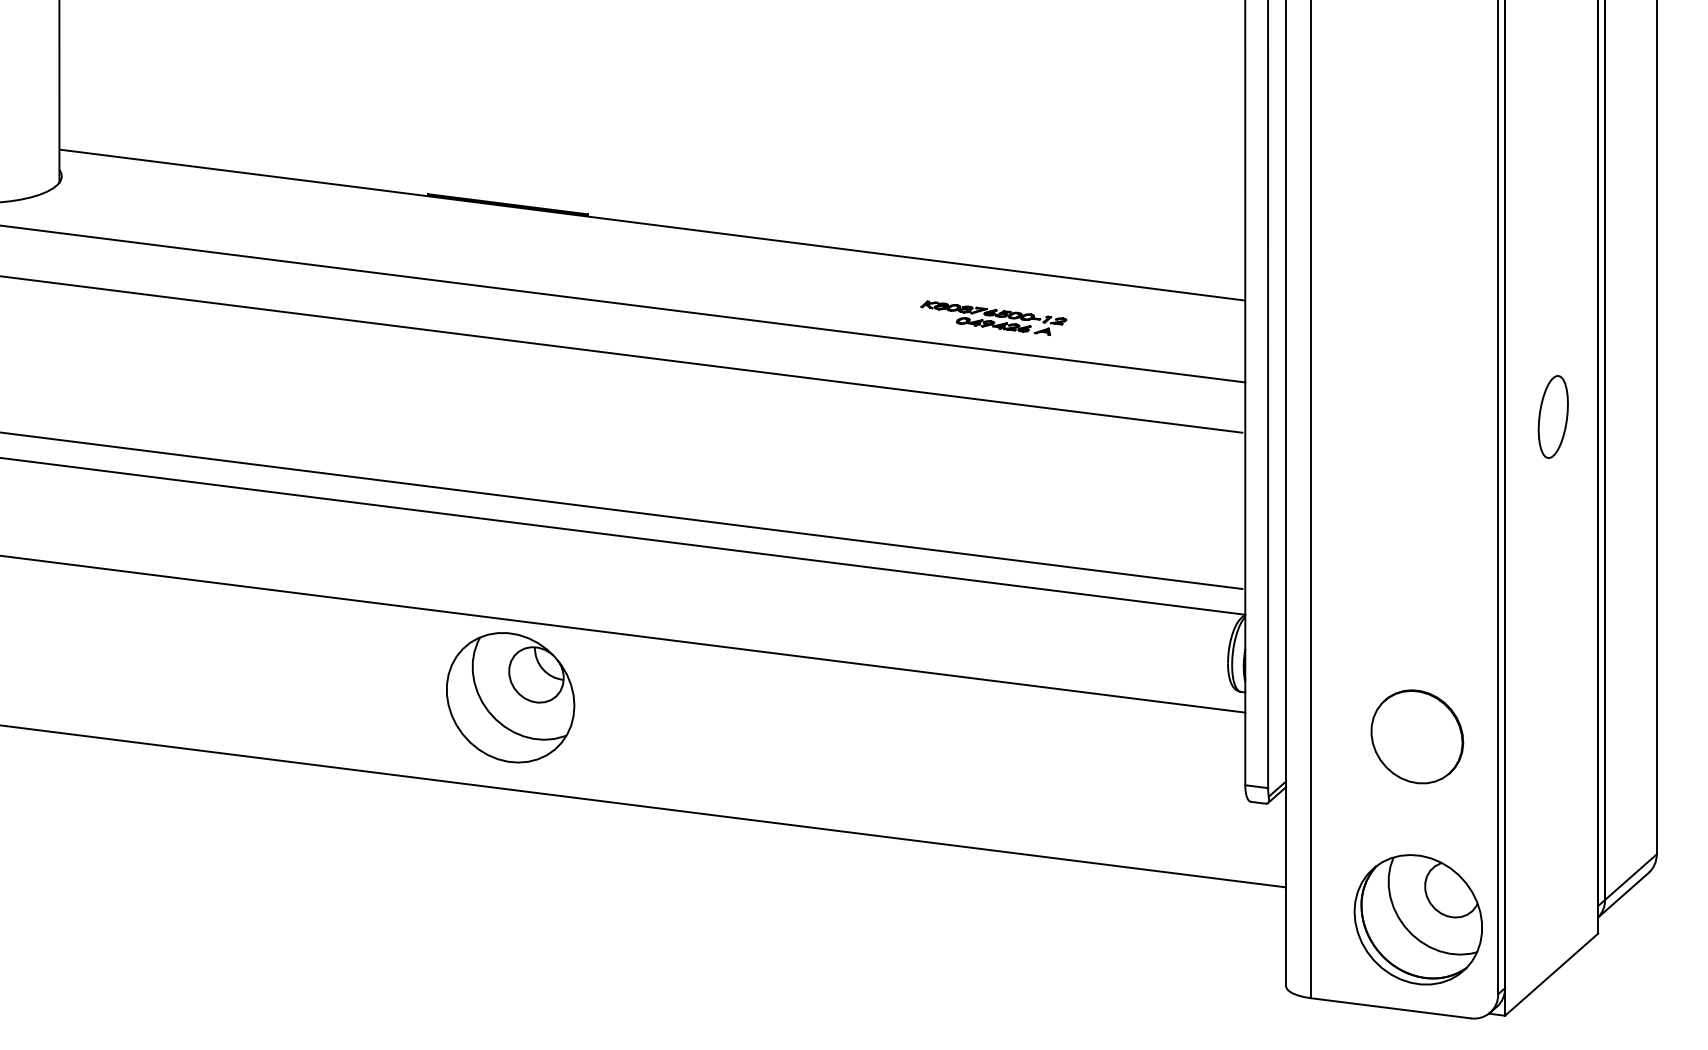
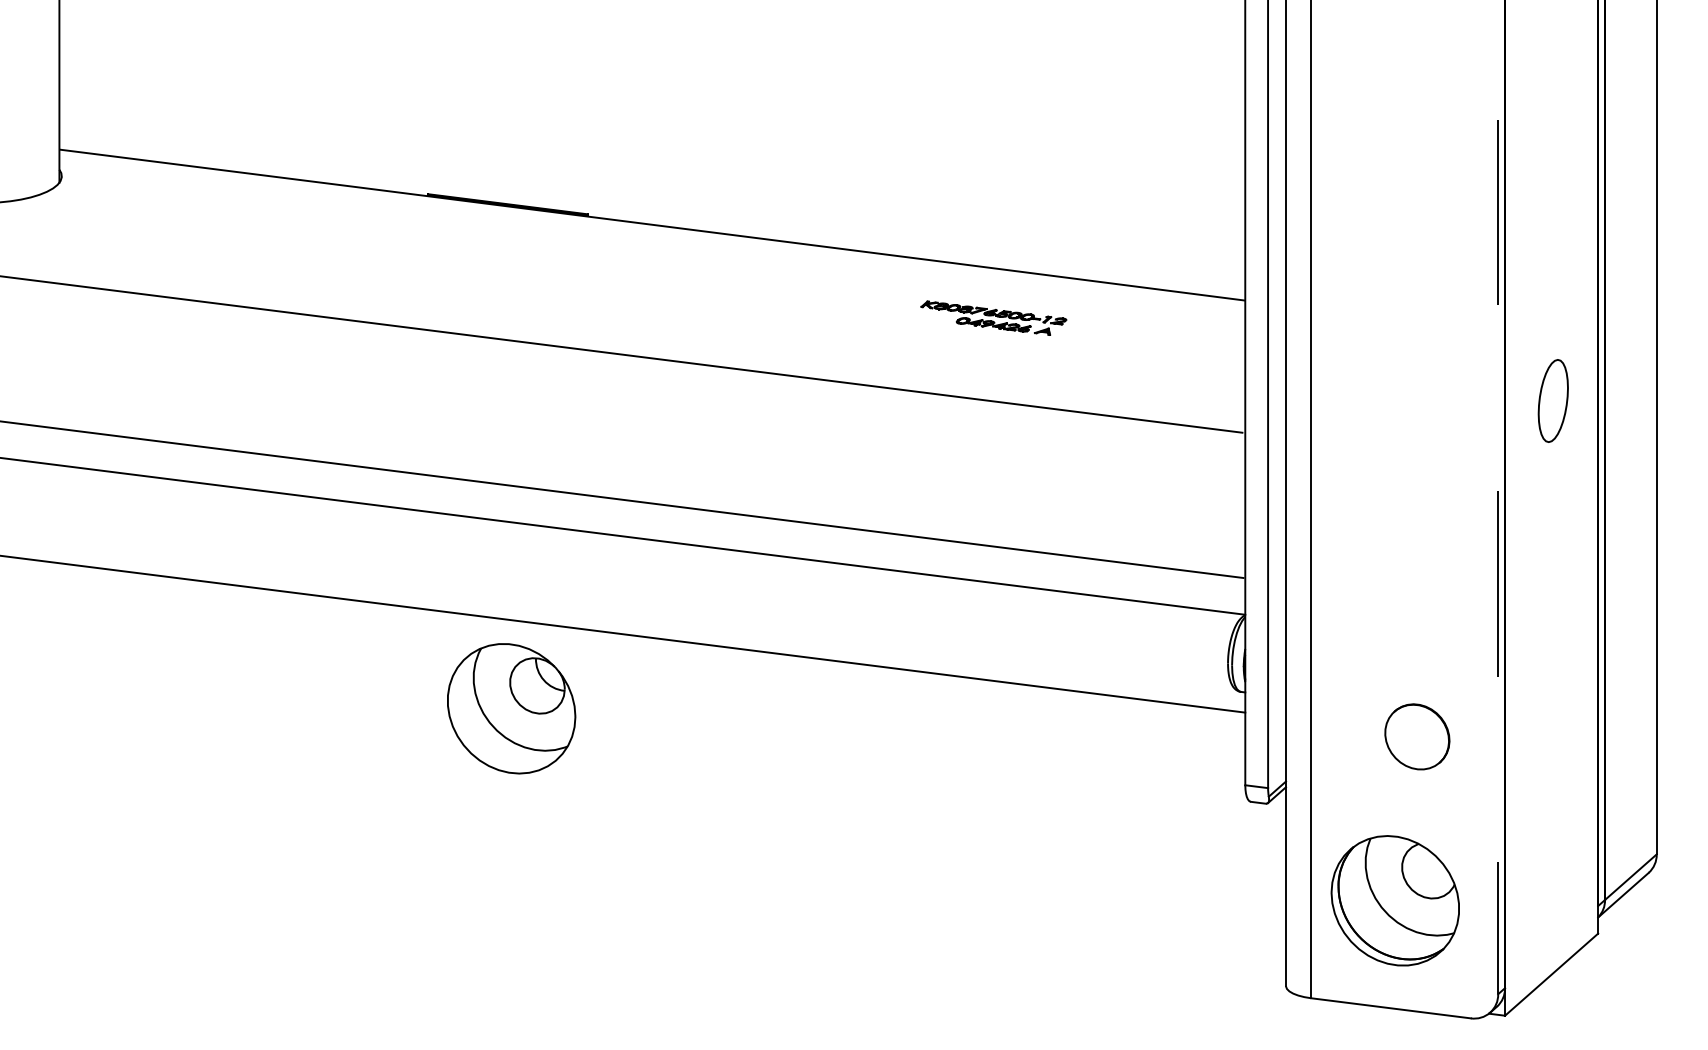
line at (623, 303): present -> none
part at (1552, 416) position: (1552, 416) -> (1552, 400)
line at (1498, 497): solid -> dashed
line at (622, 510) position: (622, 510) -> (622, 499)
part at (510, 697) position: (510, 697) -> (511, 708)
part at (1417, 736) size: 95x96 px -> 67x68 px
line at (643, 806): present -> none
part at (1417, 919) position: (1417, 919) -> (1394, 900)
